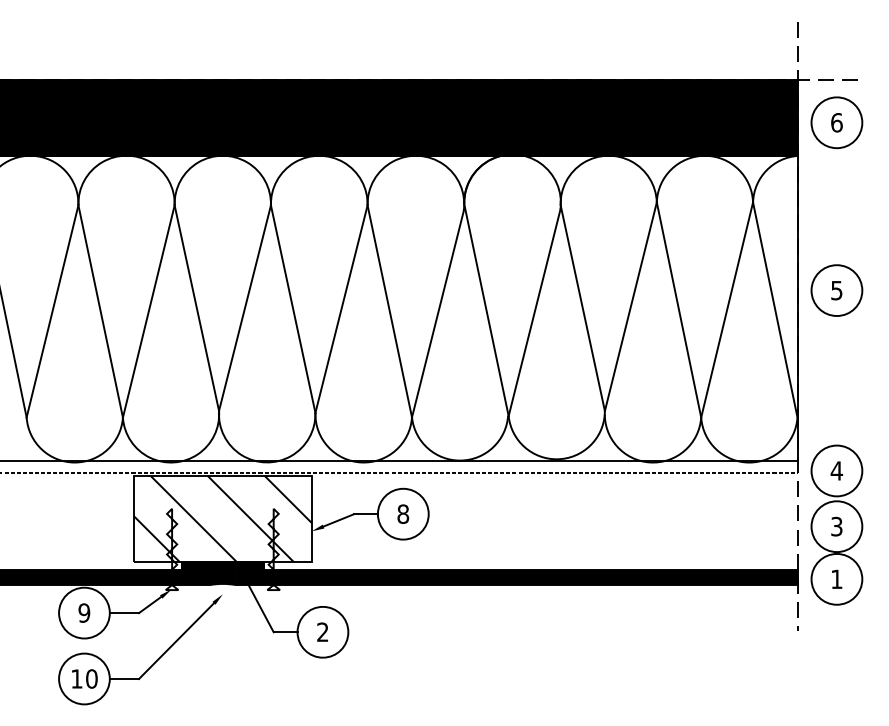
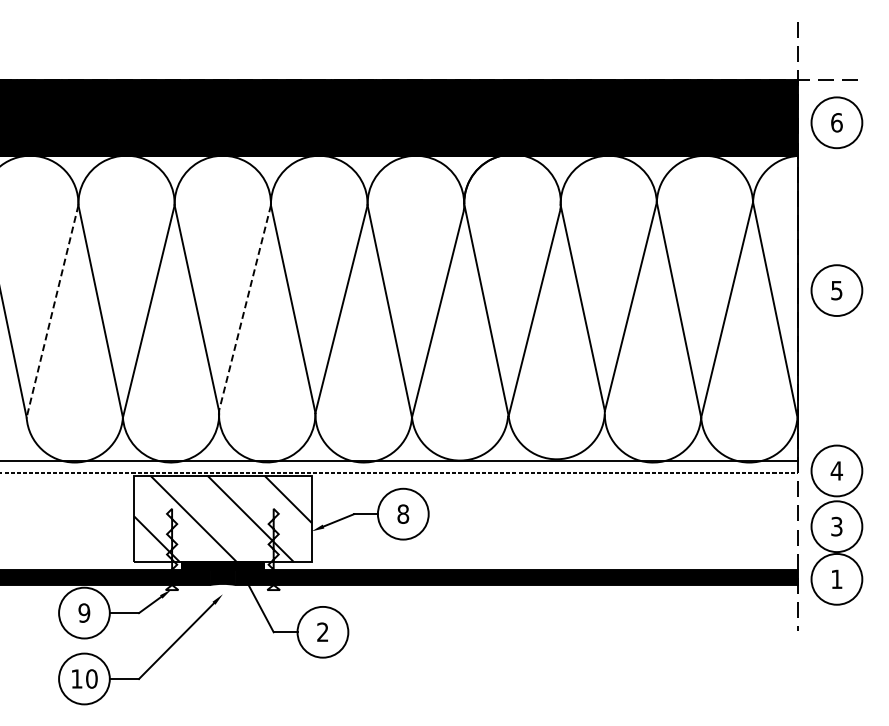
line at (245, 308): solid -> dashed
line at (52, 311): solid -> dashed
